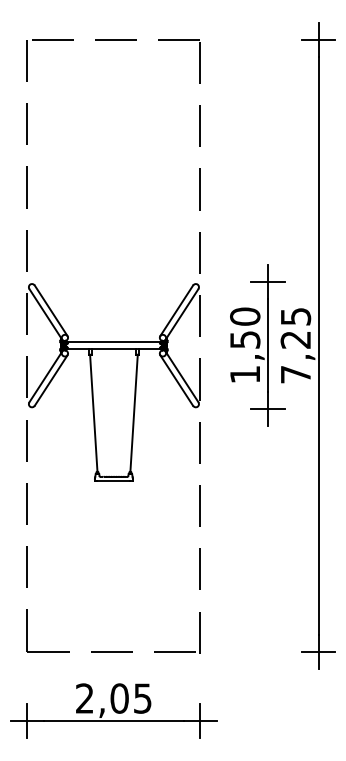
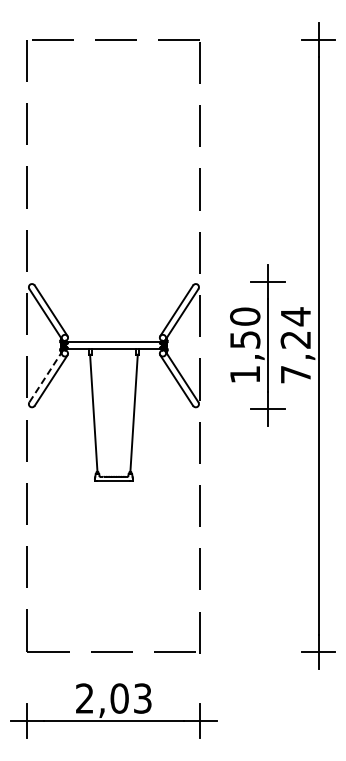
text at (296, 316): 7,25 -> 7,24
line at (46, 376): solid -> dashed
text at (142, 698): 2,05 -> 2,03
